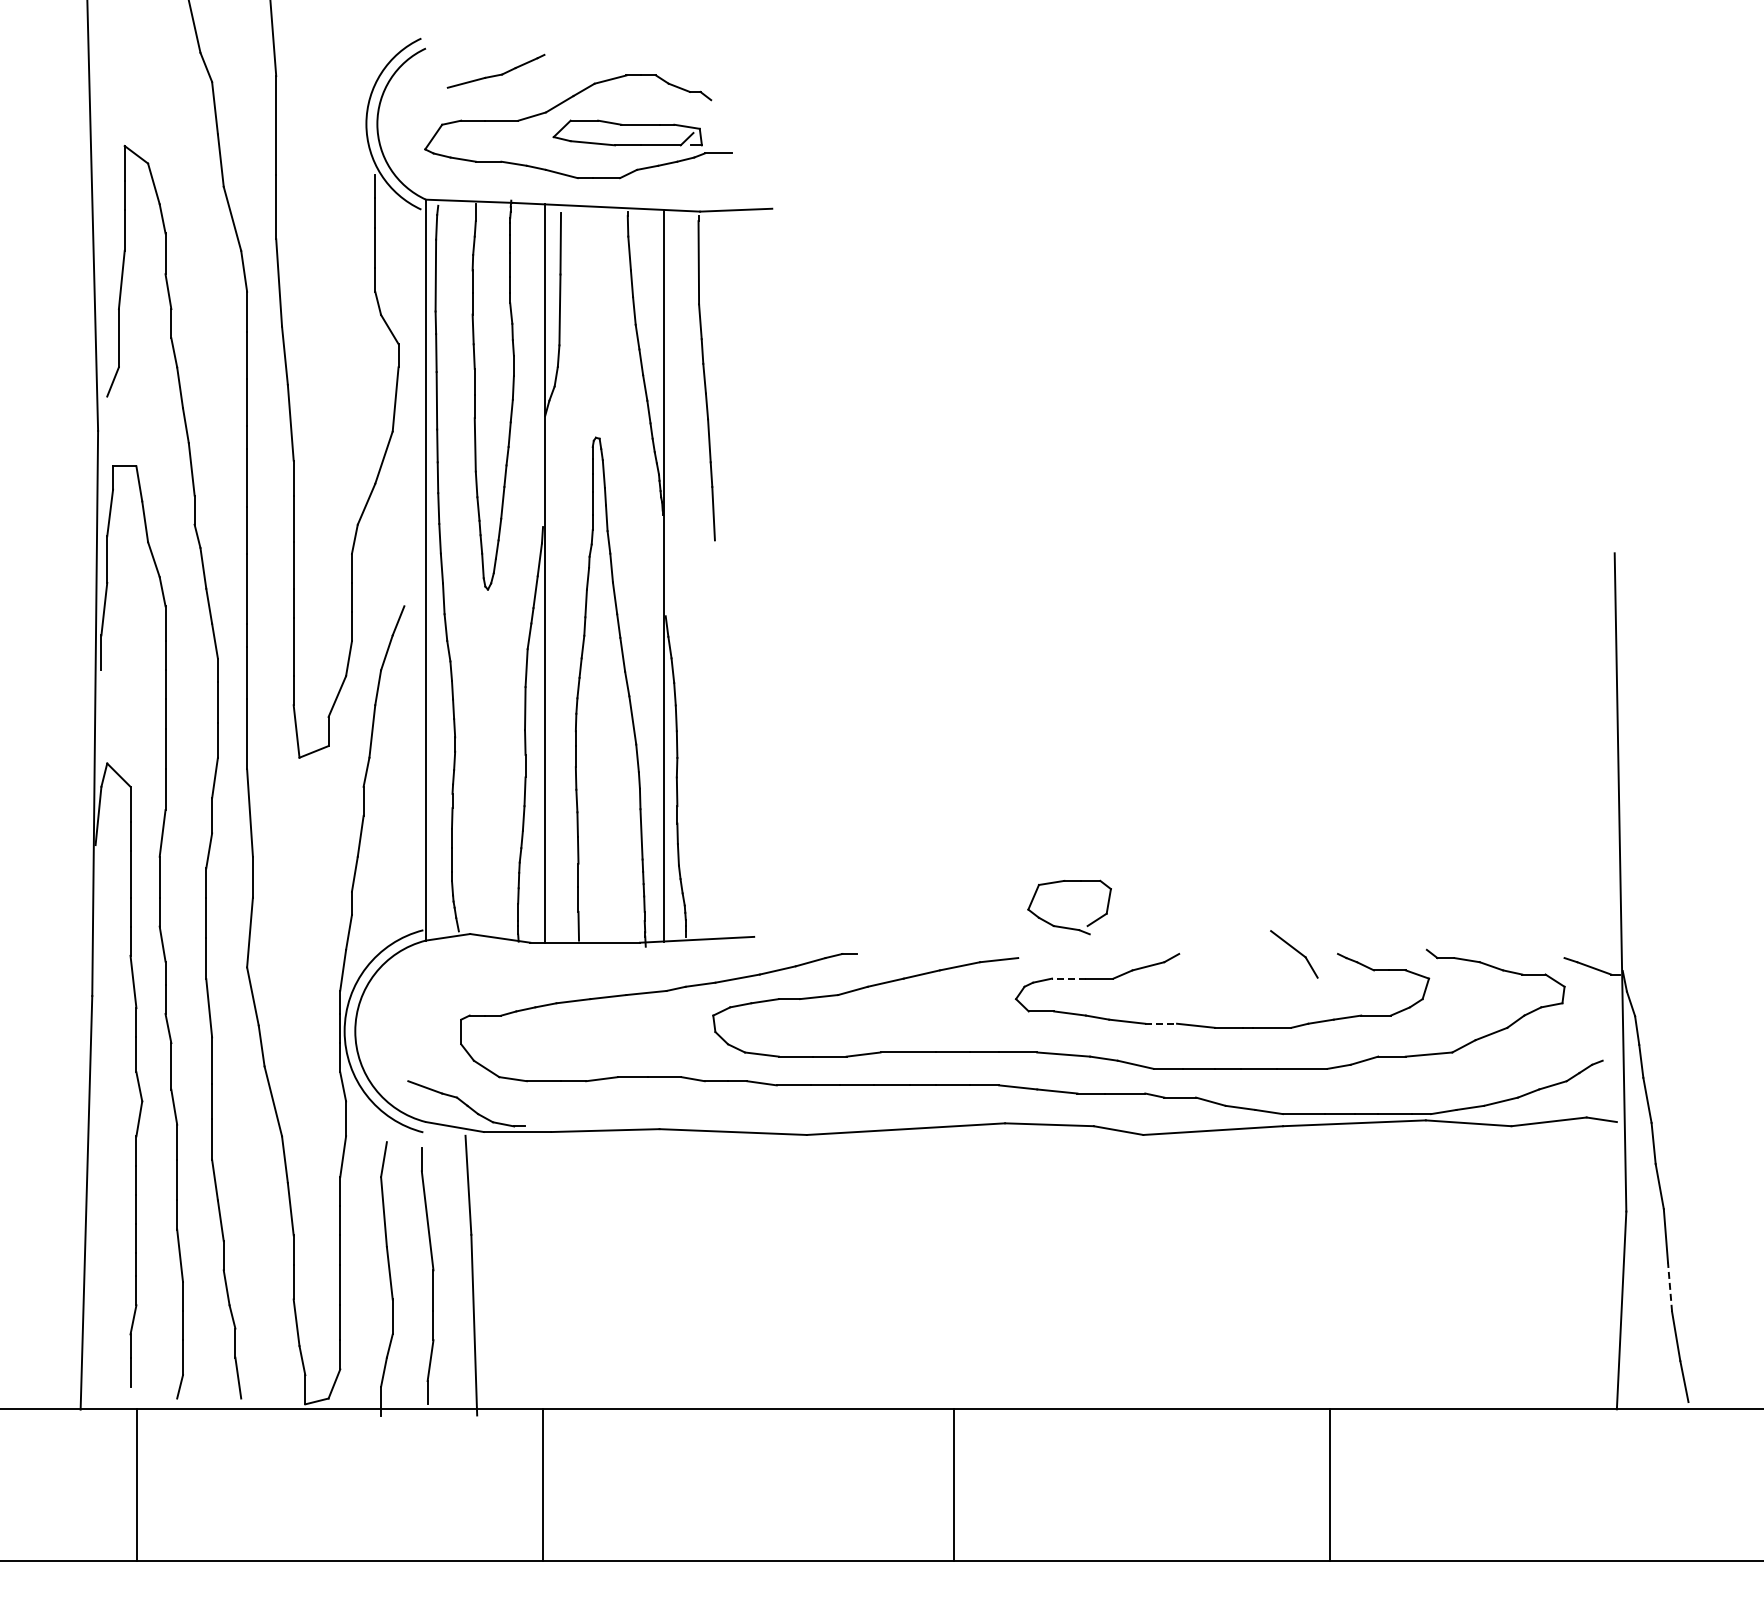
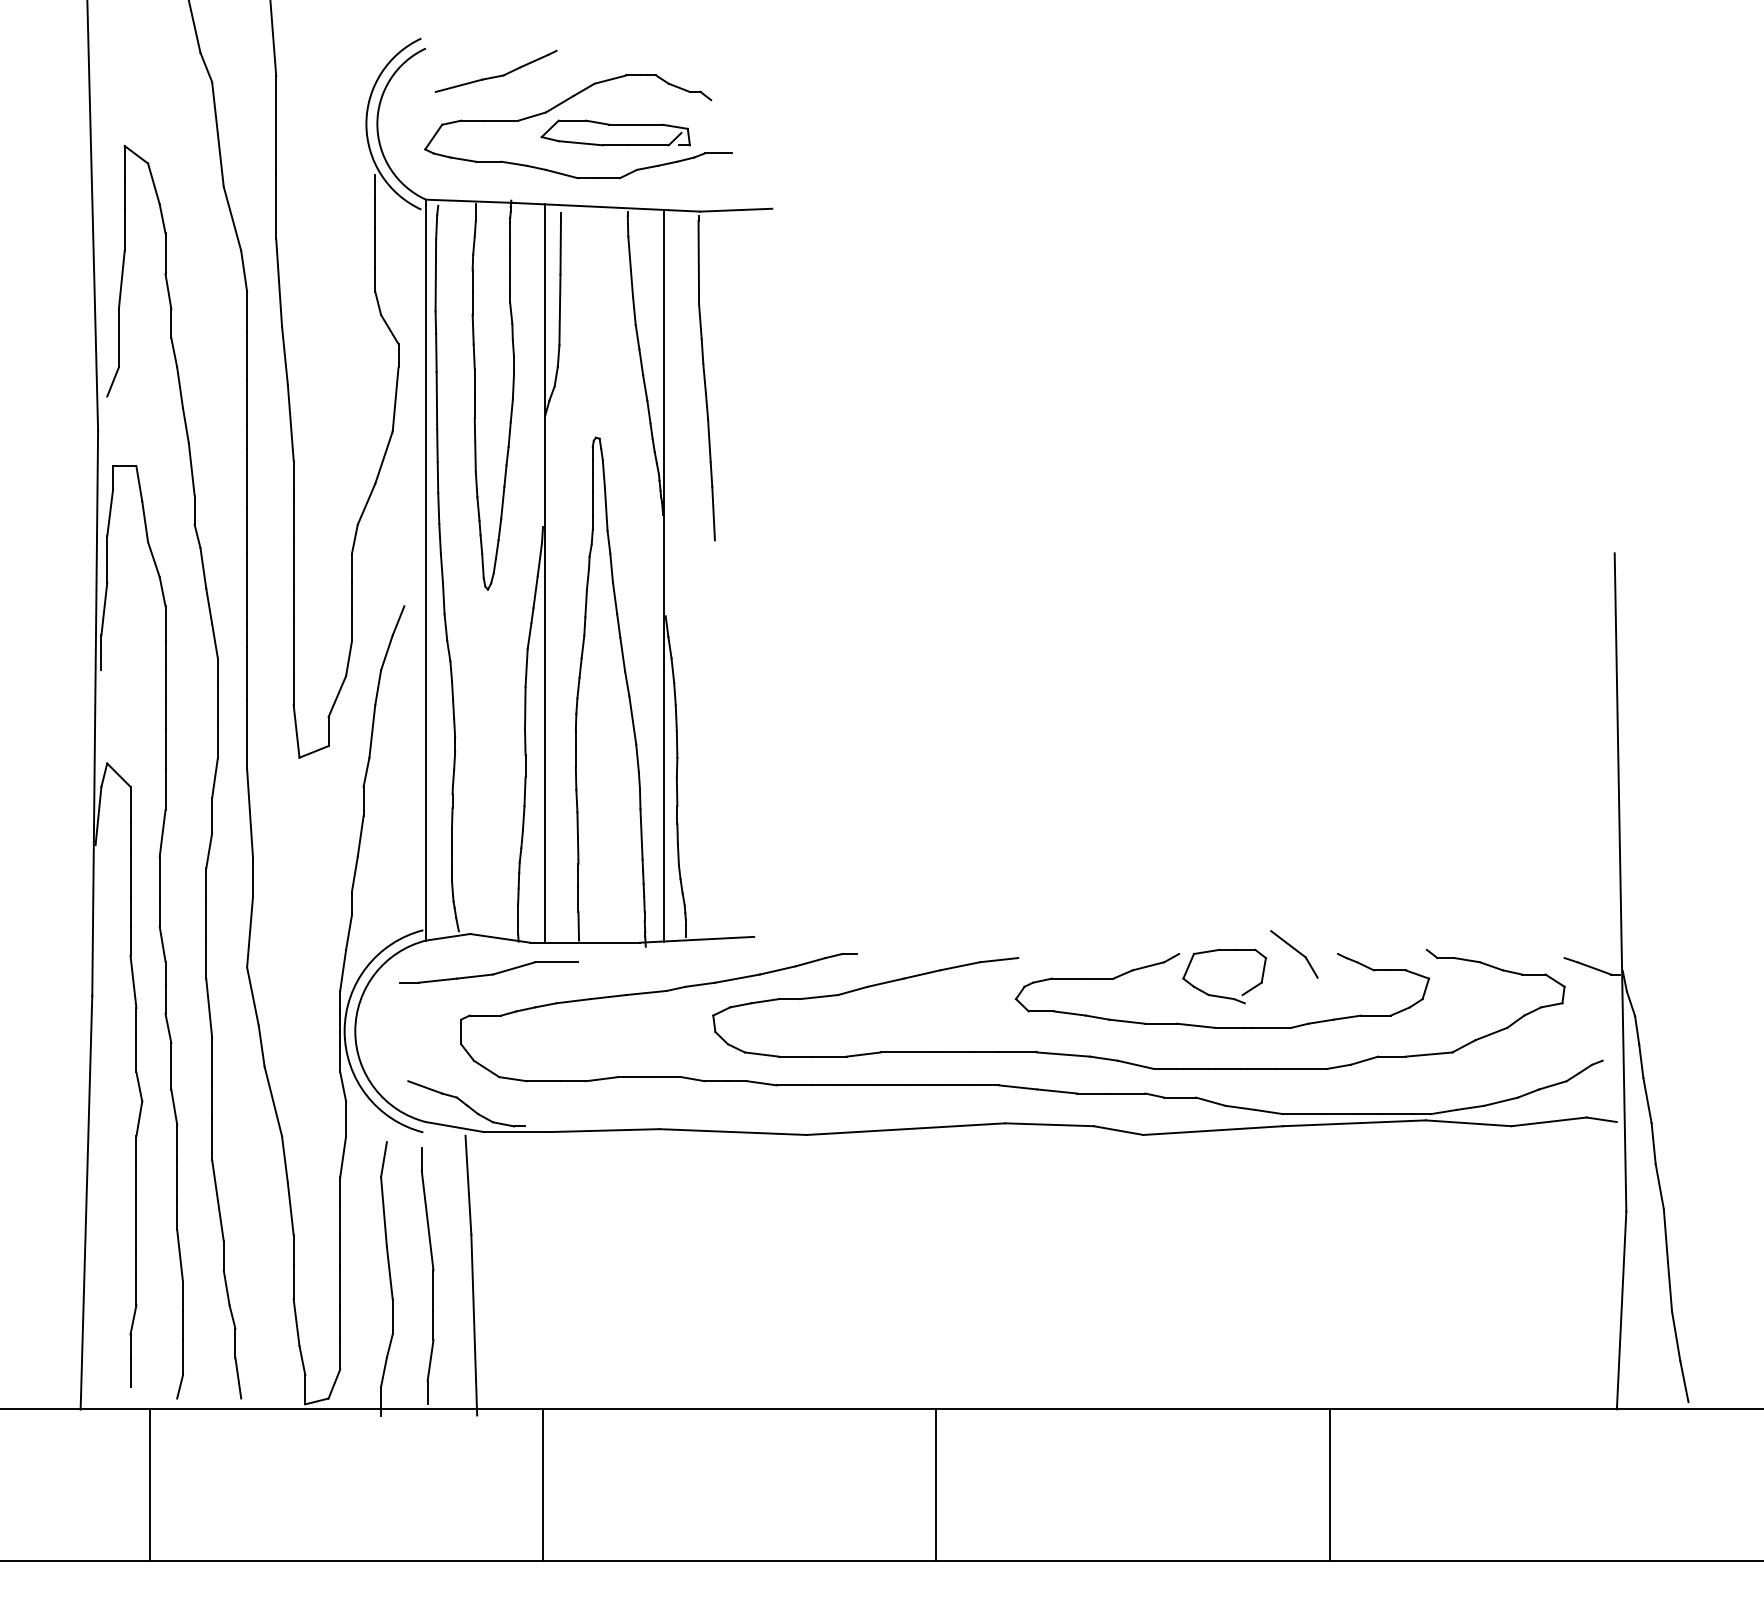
part at (495, 70) size: 100x36 px -> 124x44 px
part at (627, 125) position: (627, 125) -> (615, 125)
part at (1064, 926) position: (1064, 926) -> (1219, 995)
part at (488, 972): none -> present
line at (1069, 978): dashed -> solid
line at (1161, 1023): dashed -> solid
line at (1670, 1287): dashed -> solid
line at (137, 1484) position: (137, 1484) -> (150, 1484)
line at (954, 1484) position: (954, 1484) -> (936, 1484)
